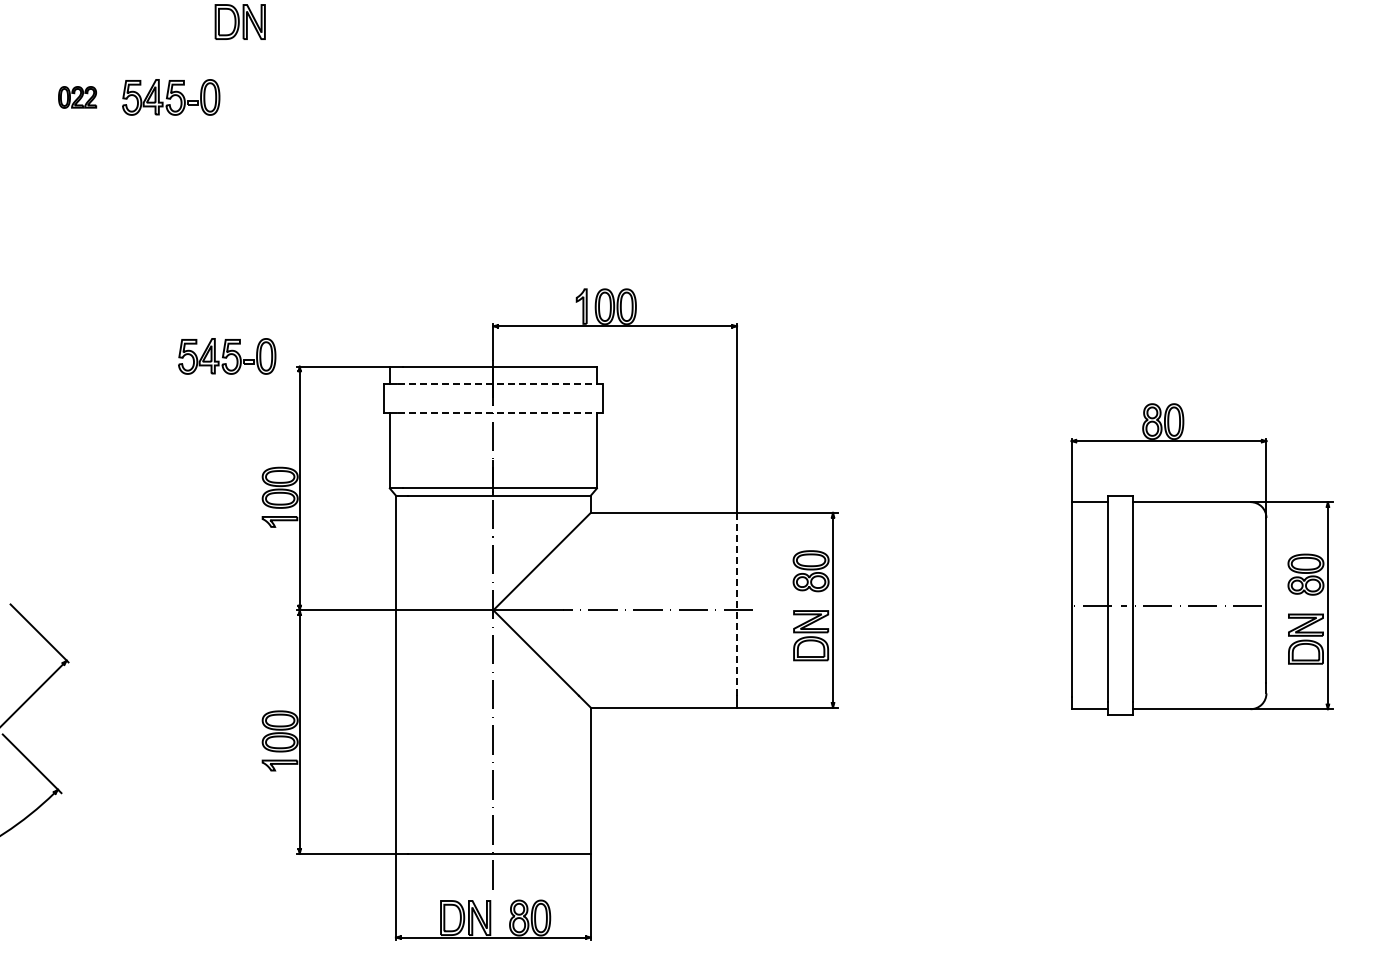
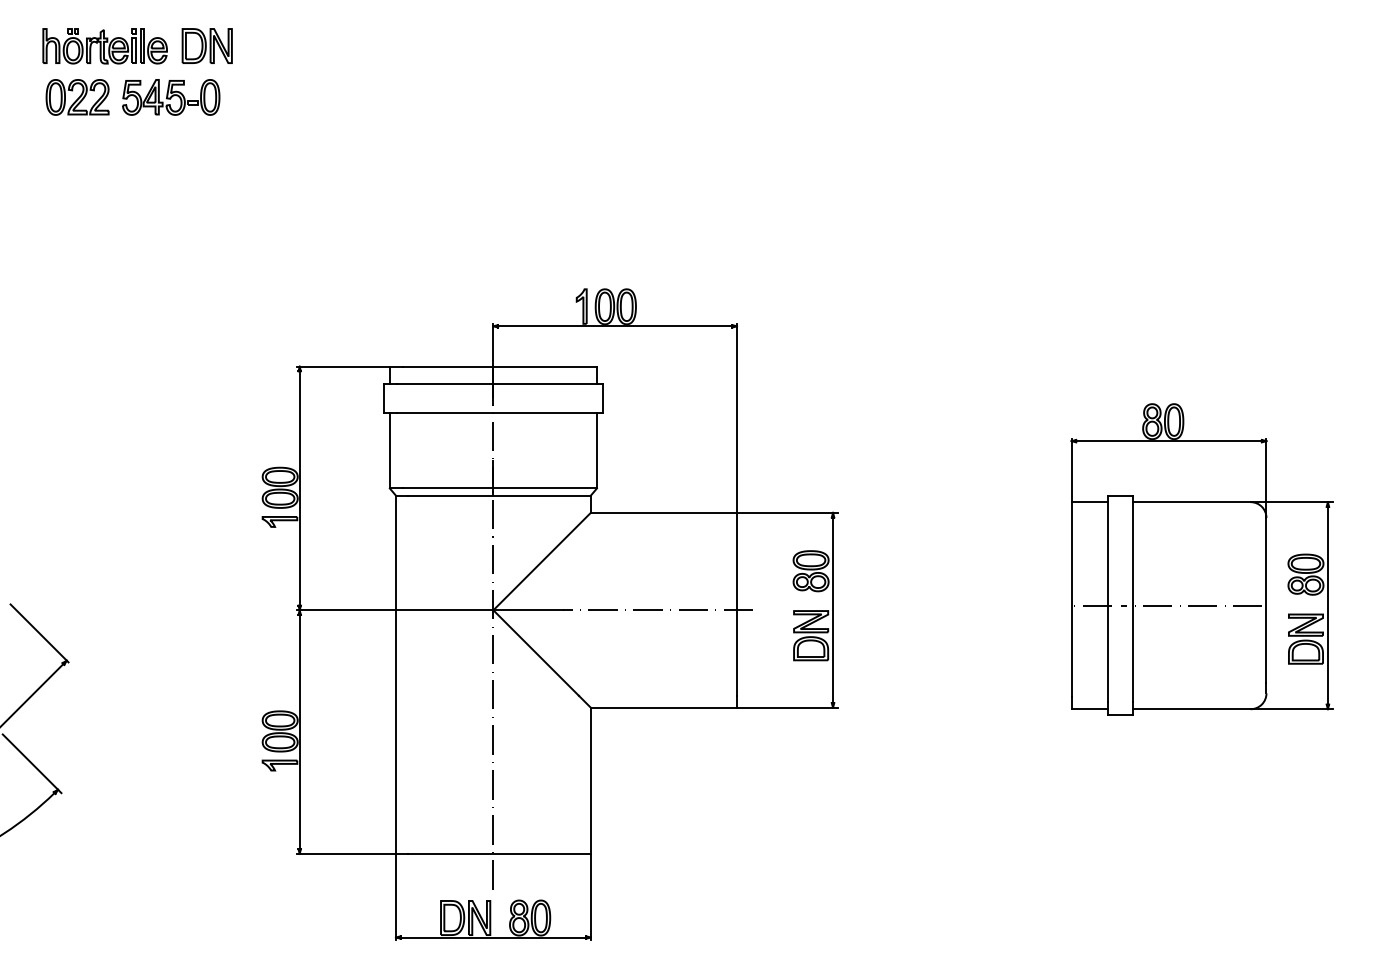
part at (239, 21) position: (239, 21) -> (206, 45)
part at (104, 46): none -> present
part at (77, 97) size: 40x23 px -> 65x37 px
part at (227, 356): present -> none
line at (500, 383): dashed -> solid
line at (500, 412): dashed -> solid
line at (737, 604): dashed -> solid
